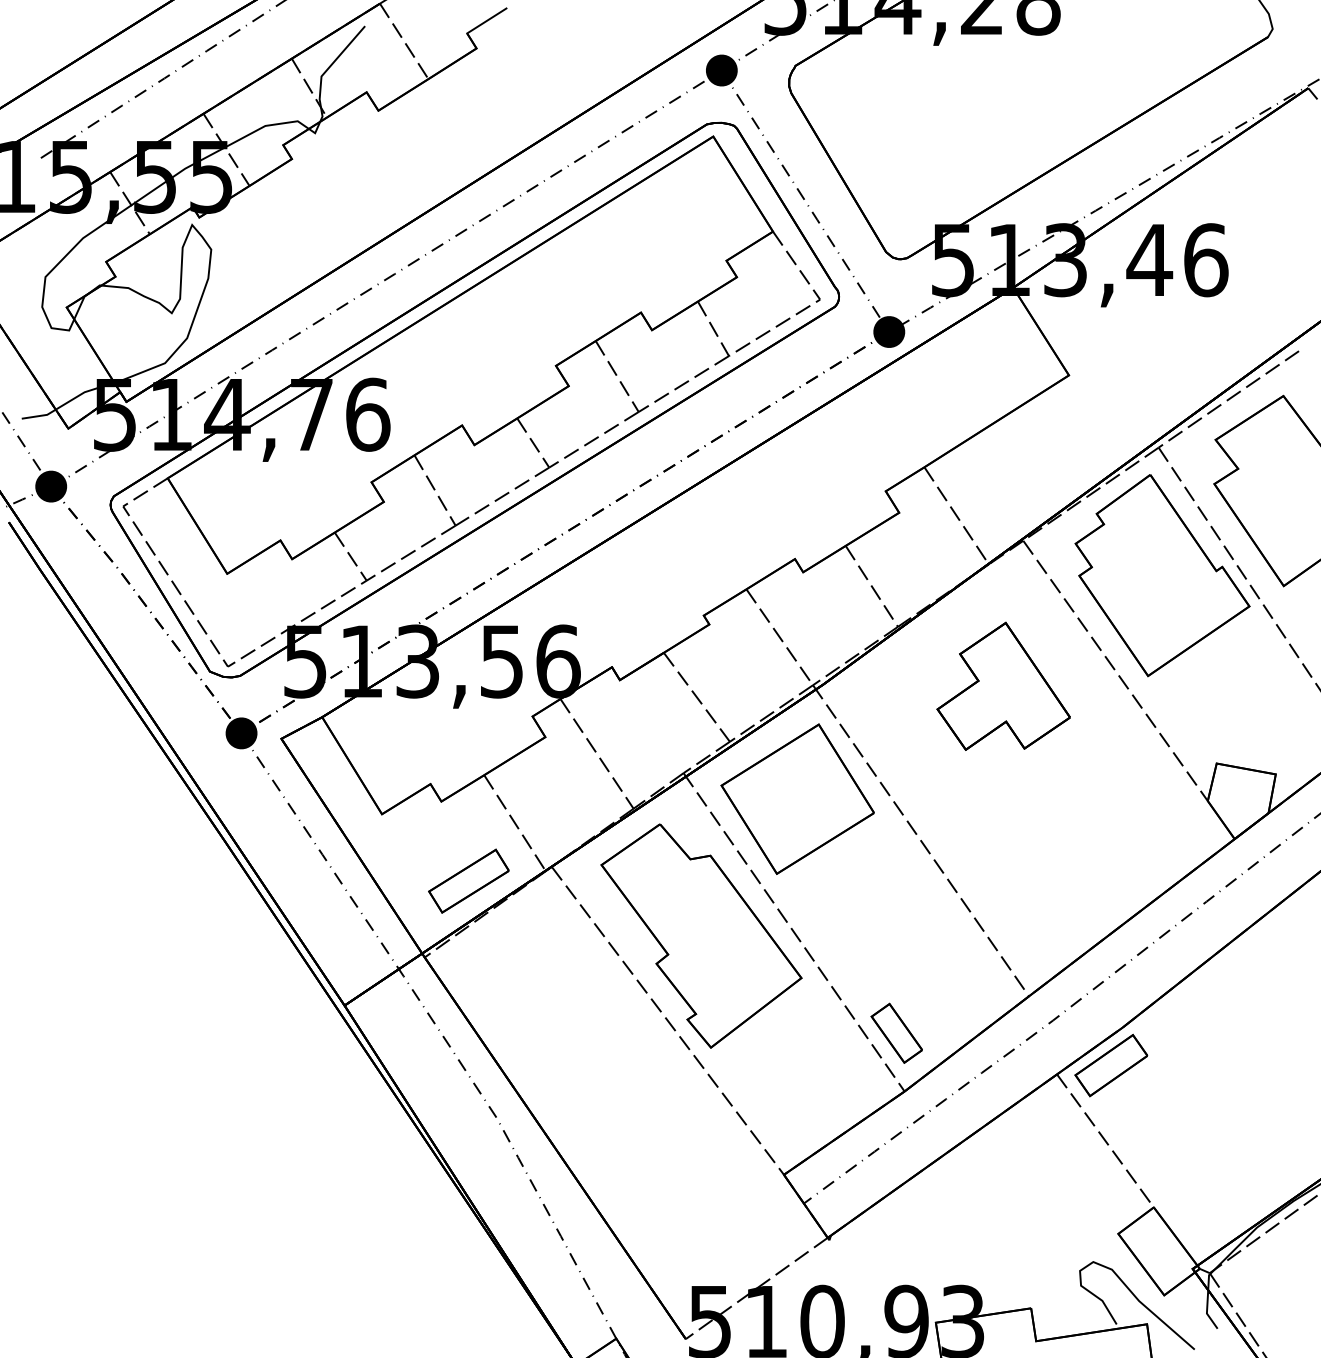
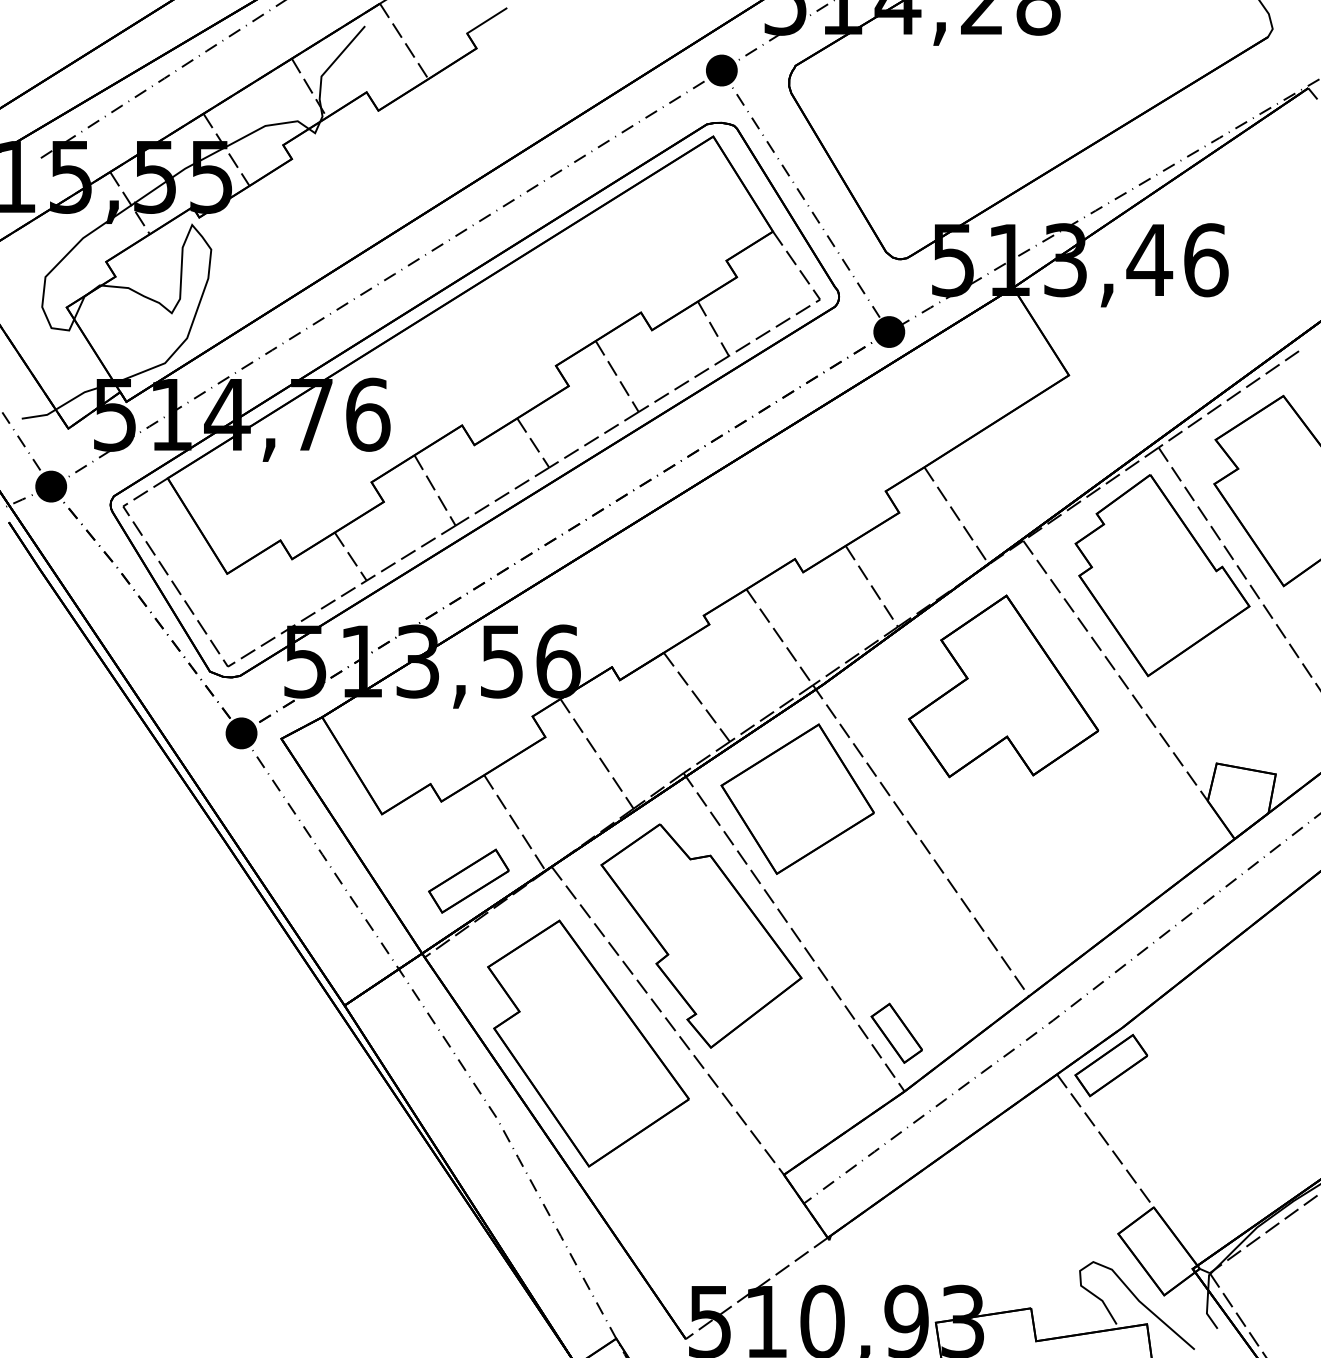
part at (1003, 685) size: 135x130 px -> 192x185 px
part at (588, 1043): none -> present
